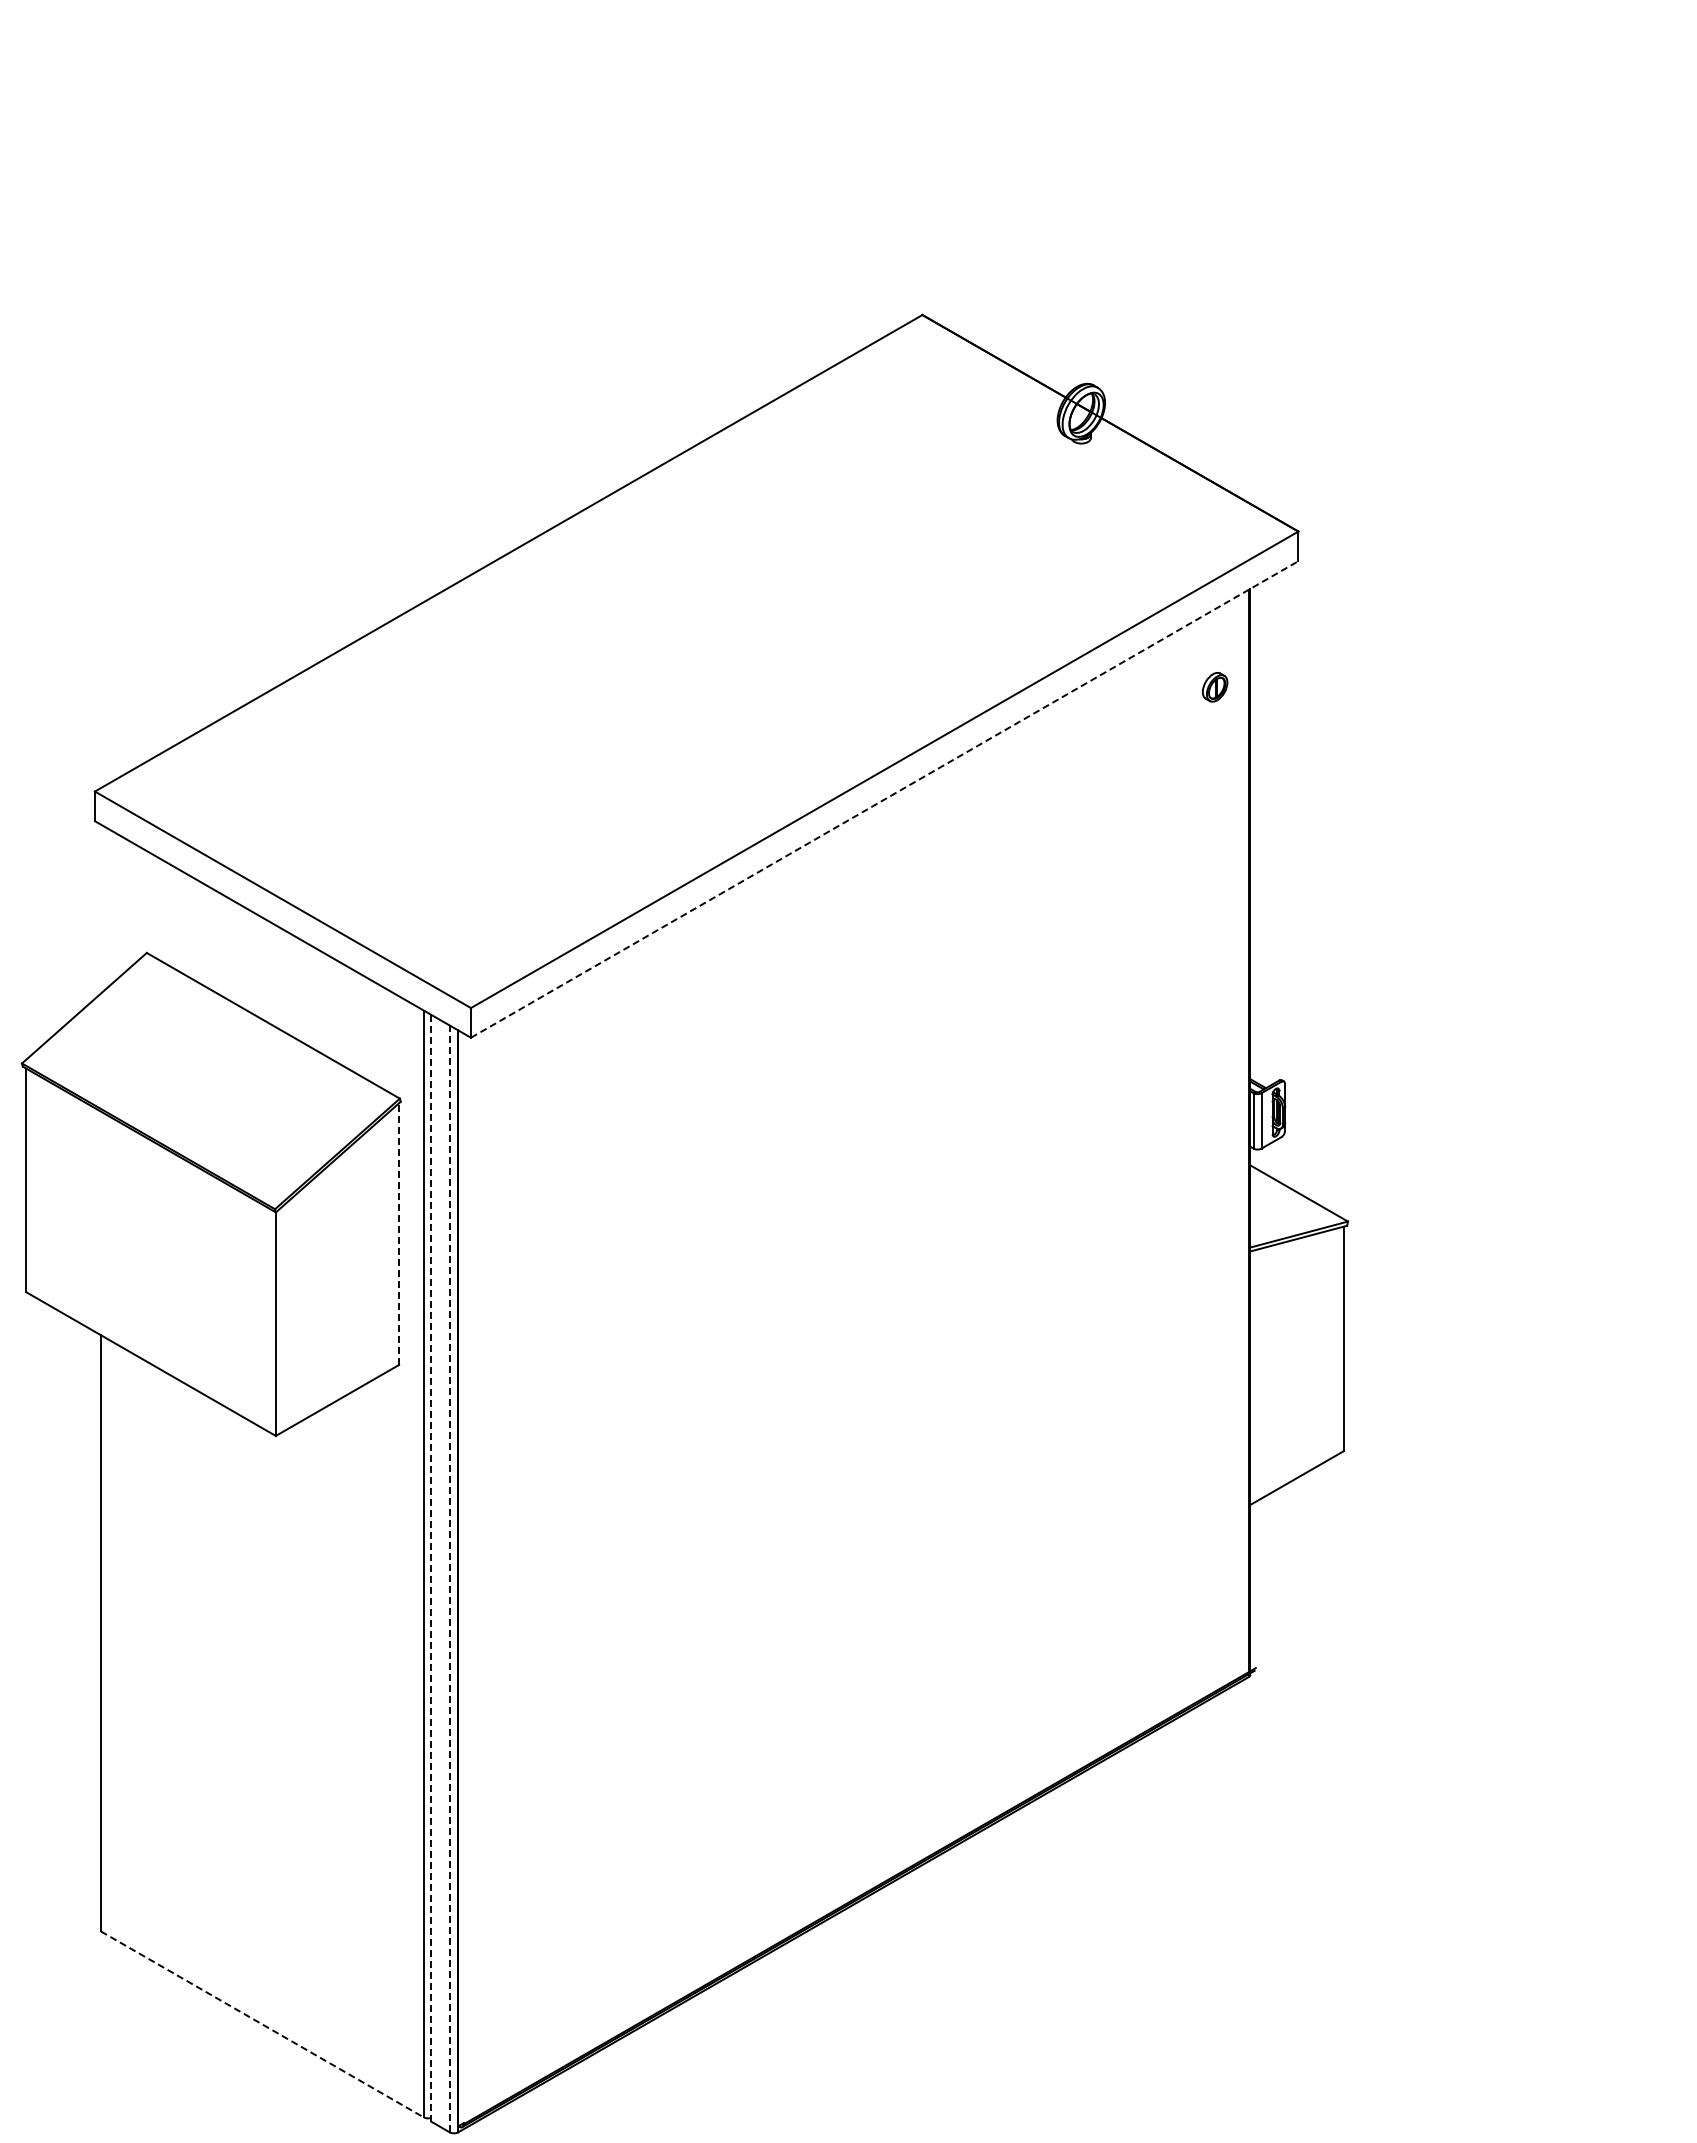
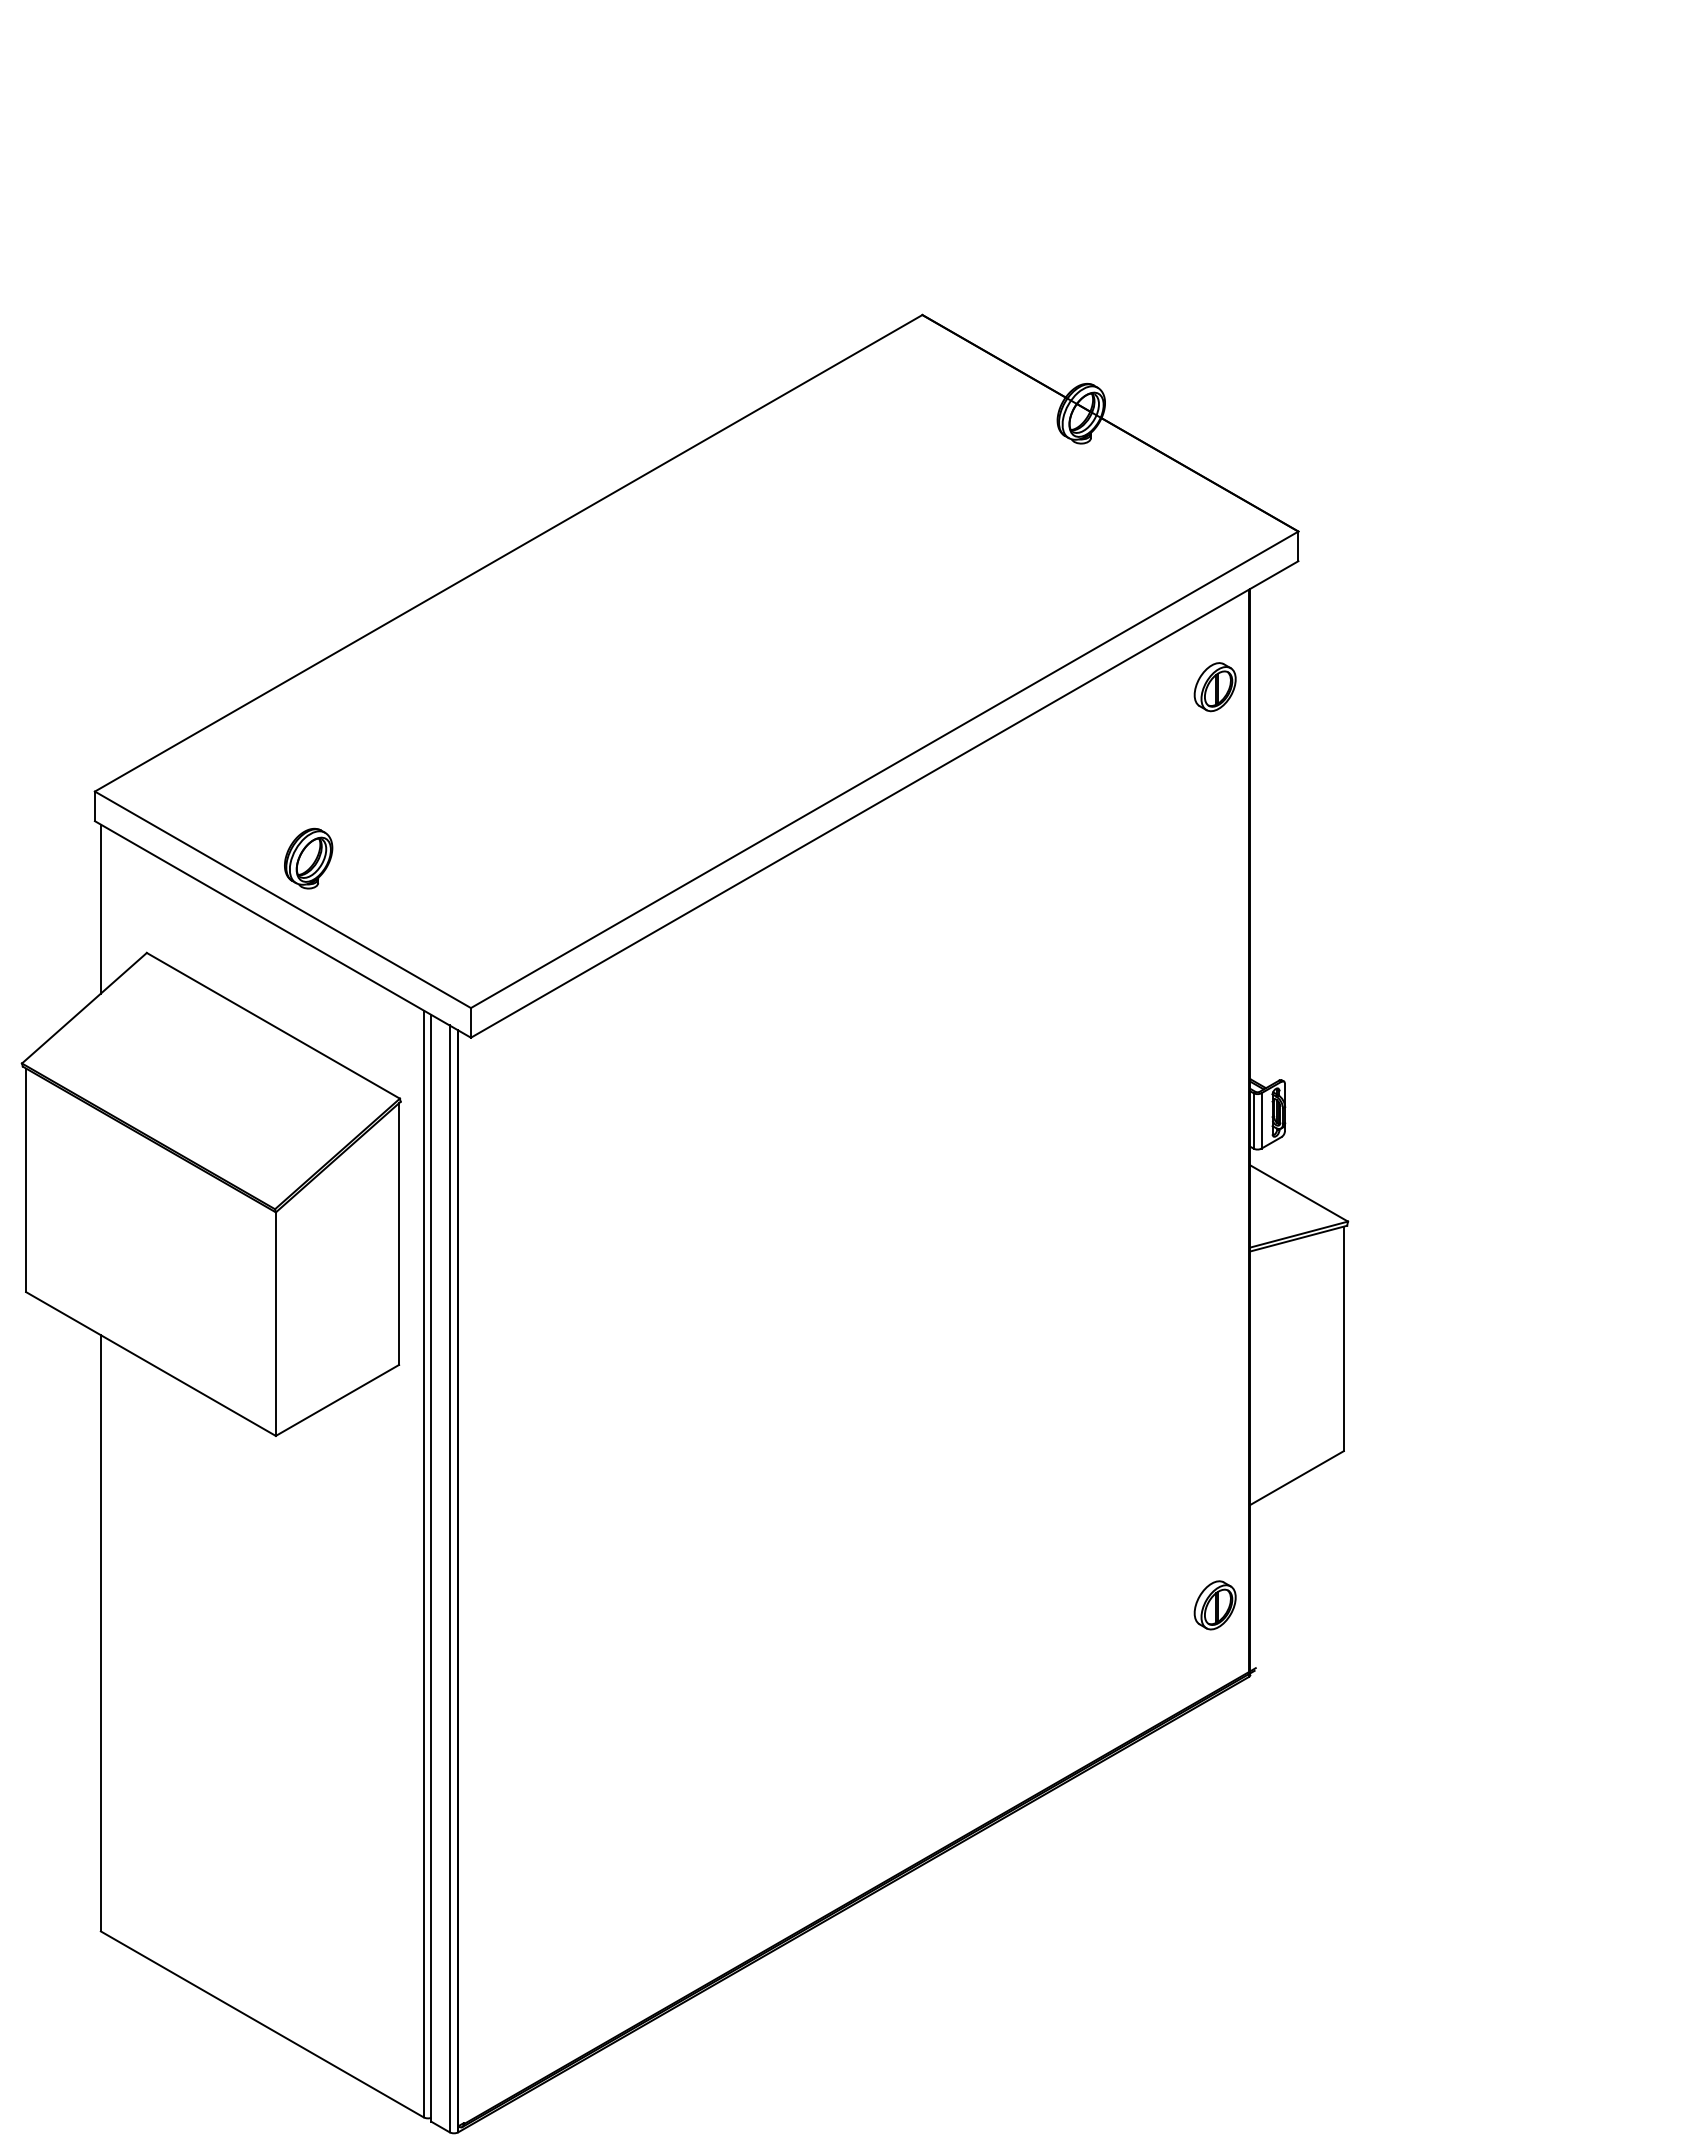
part at (1215, 687) size: 27x31 px -> 44x51 px
line at (885, 799): dashed -> solid
part at (308, 858): none -> present
line at (100, 908): none -> present
line at (399, 1234): dashed -> solid
line at (431, 1568): dashed -> solid
line at (449, 1579): dashed -> solid
part at (1214, 1605): none -> present
line at (262, 2024): dashed -> solid
